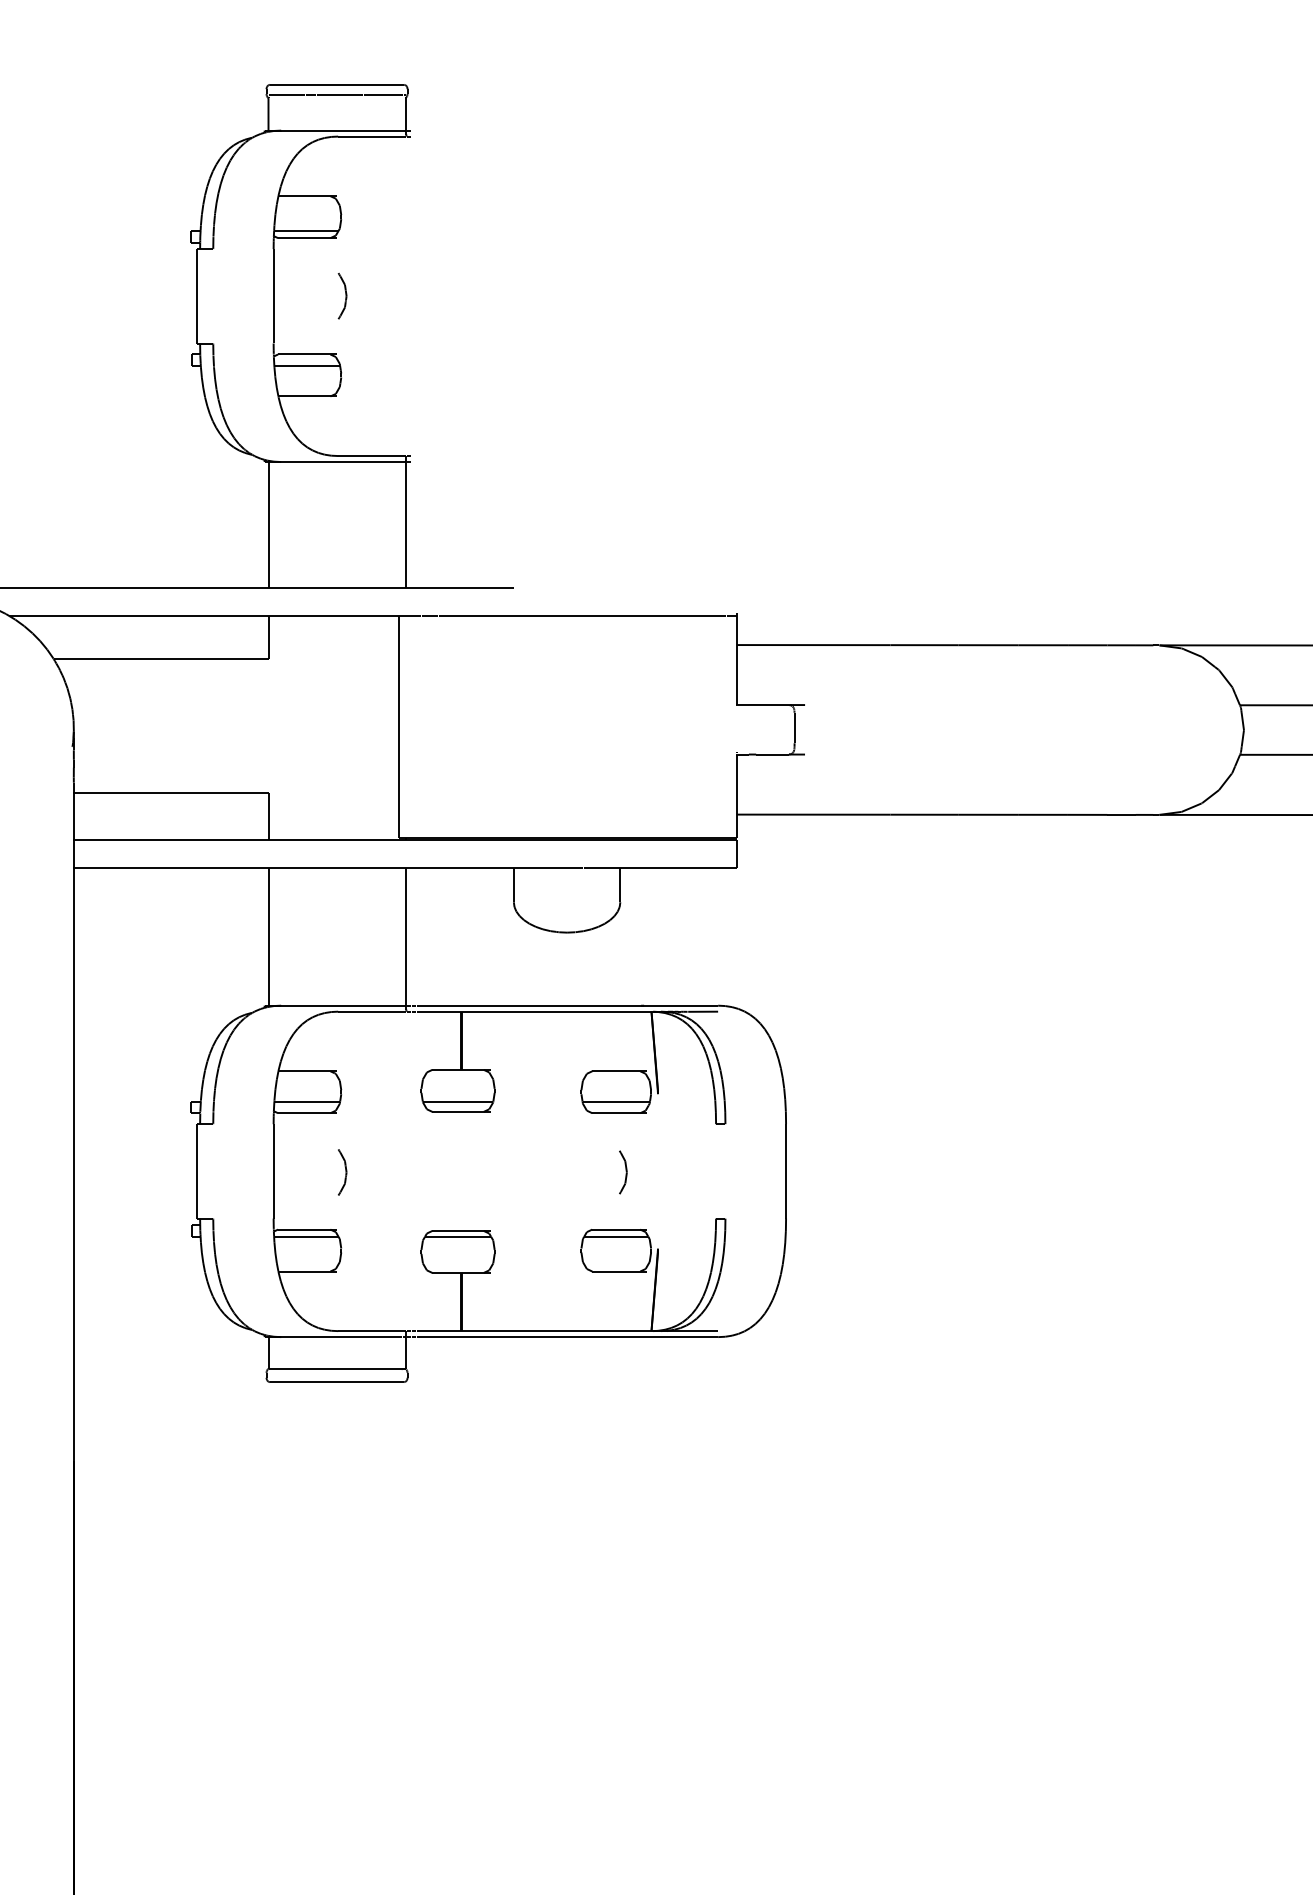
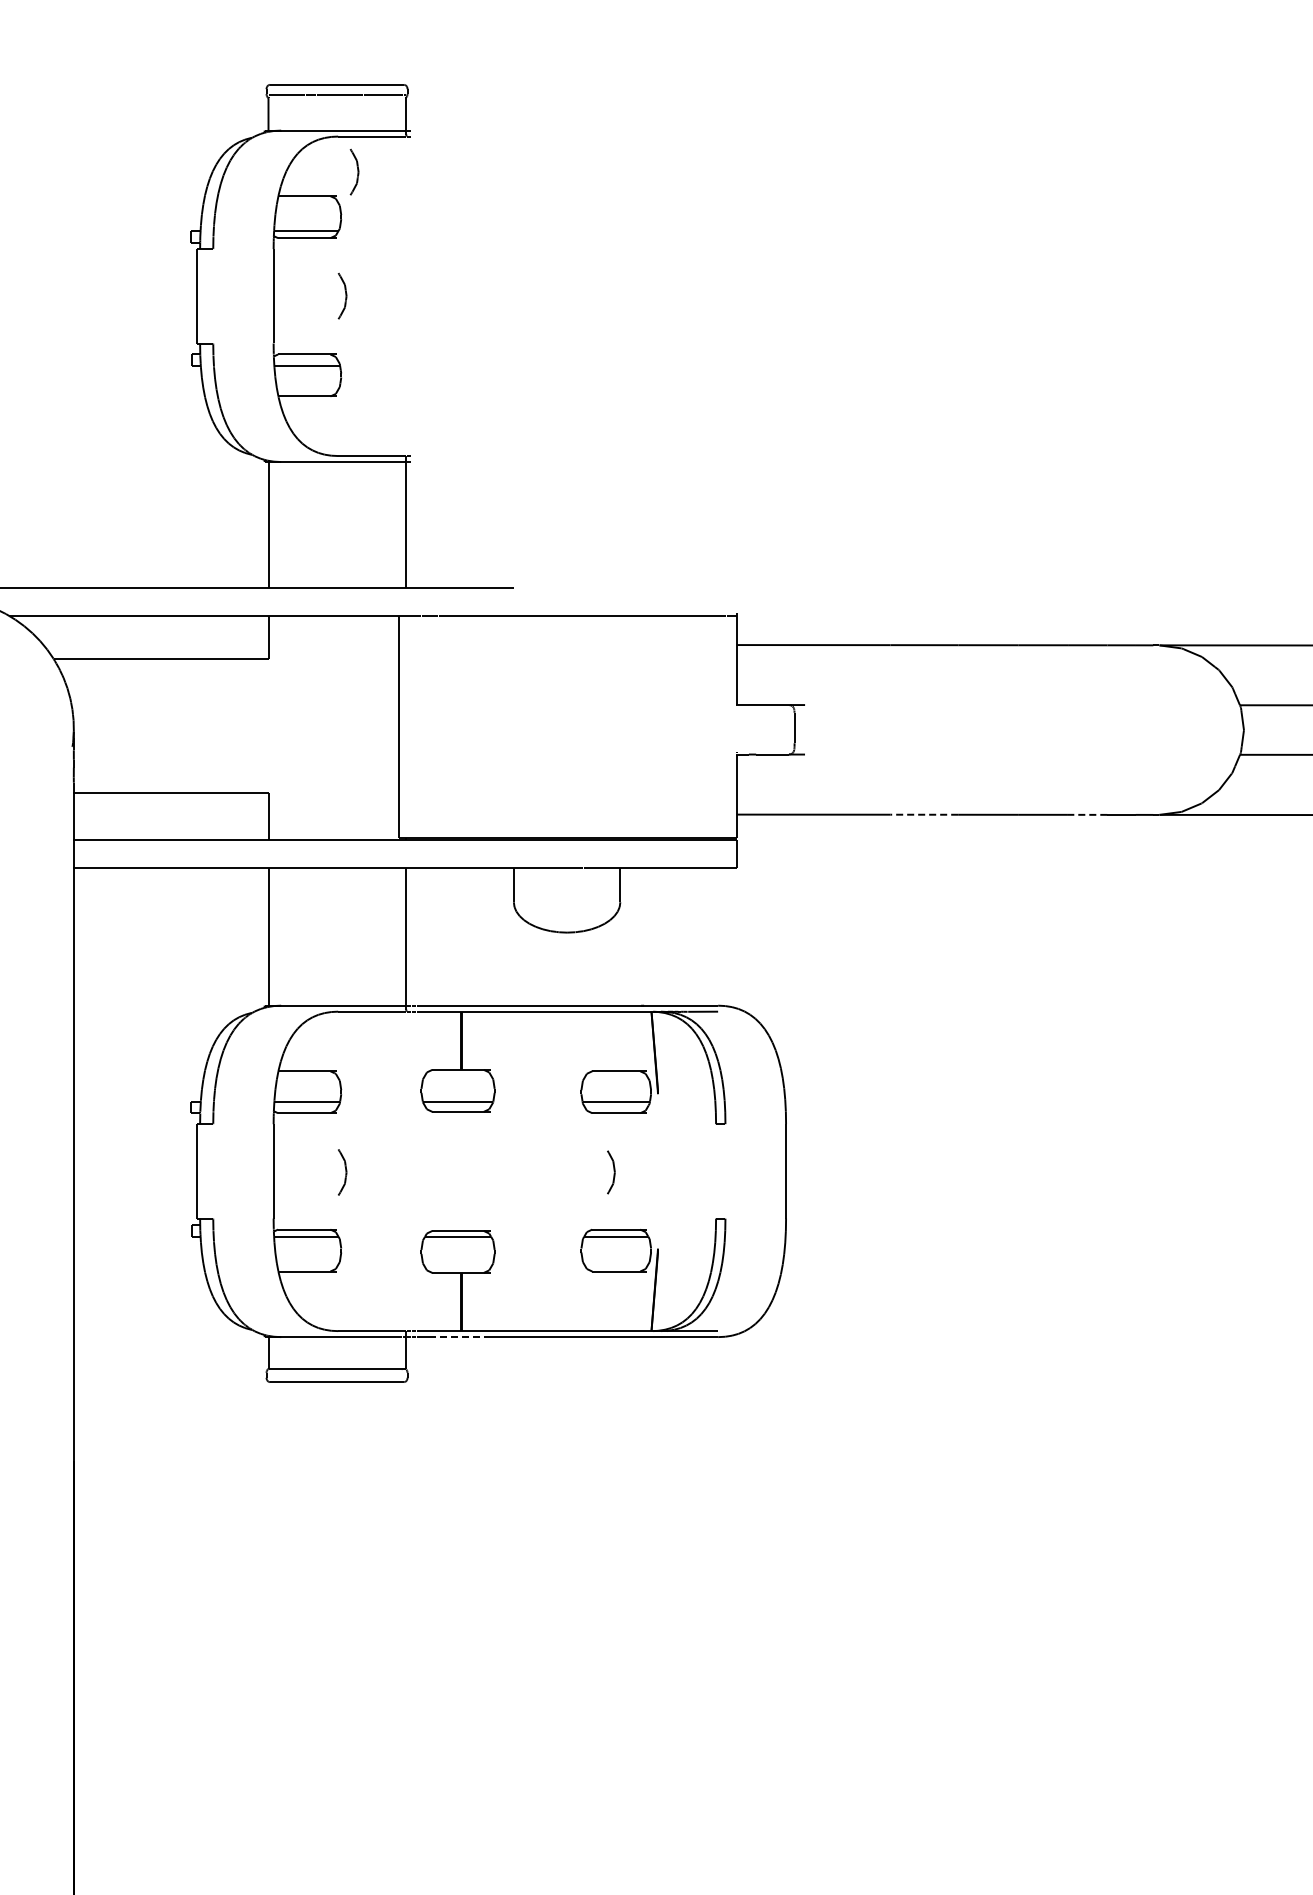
part at (354, 171): none -> present
line at (924, 814): solid -> dashed
line at (1087, 814): solid -> dashed
part at (623, 1172) position: (623, 1172) -> (611, 1172)
line at (459, 1337): solid -> dashed
